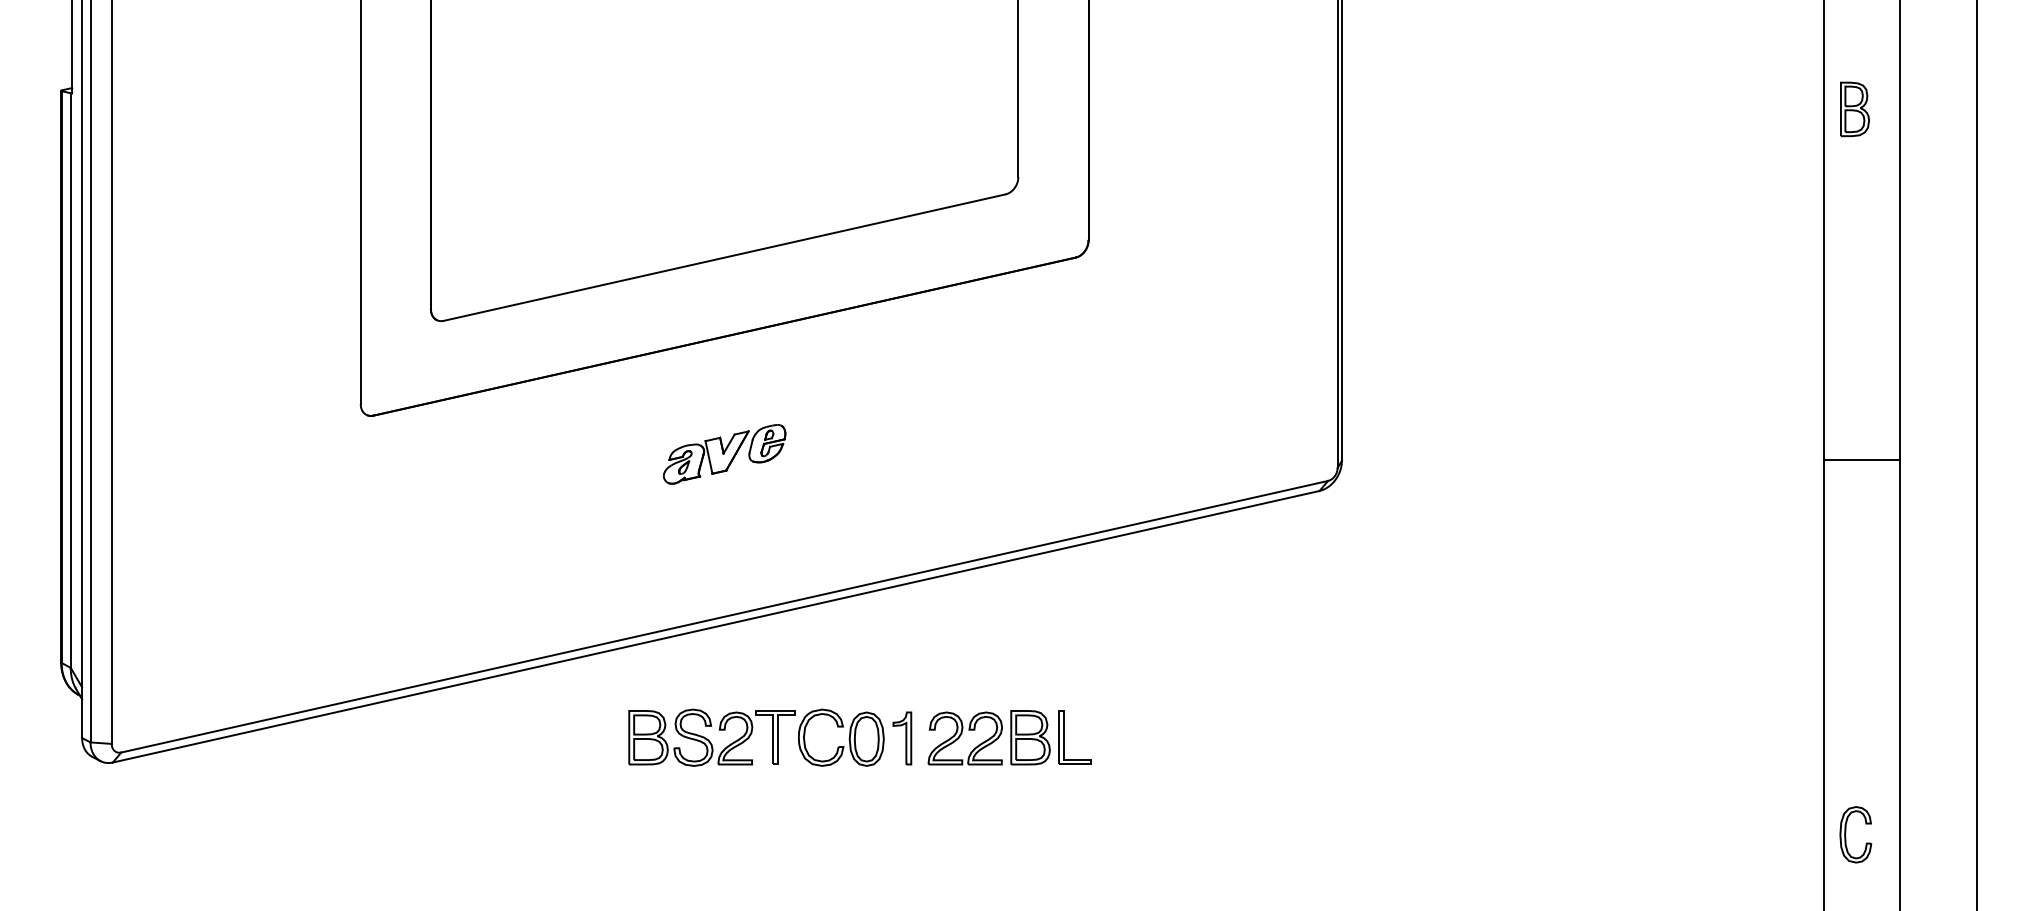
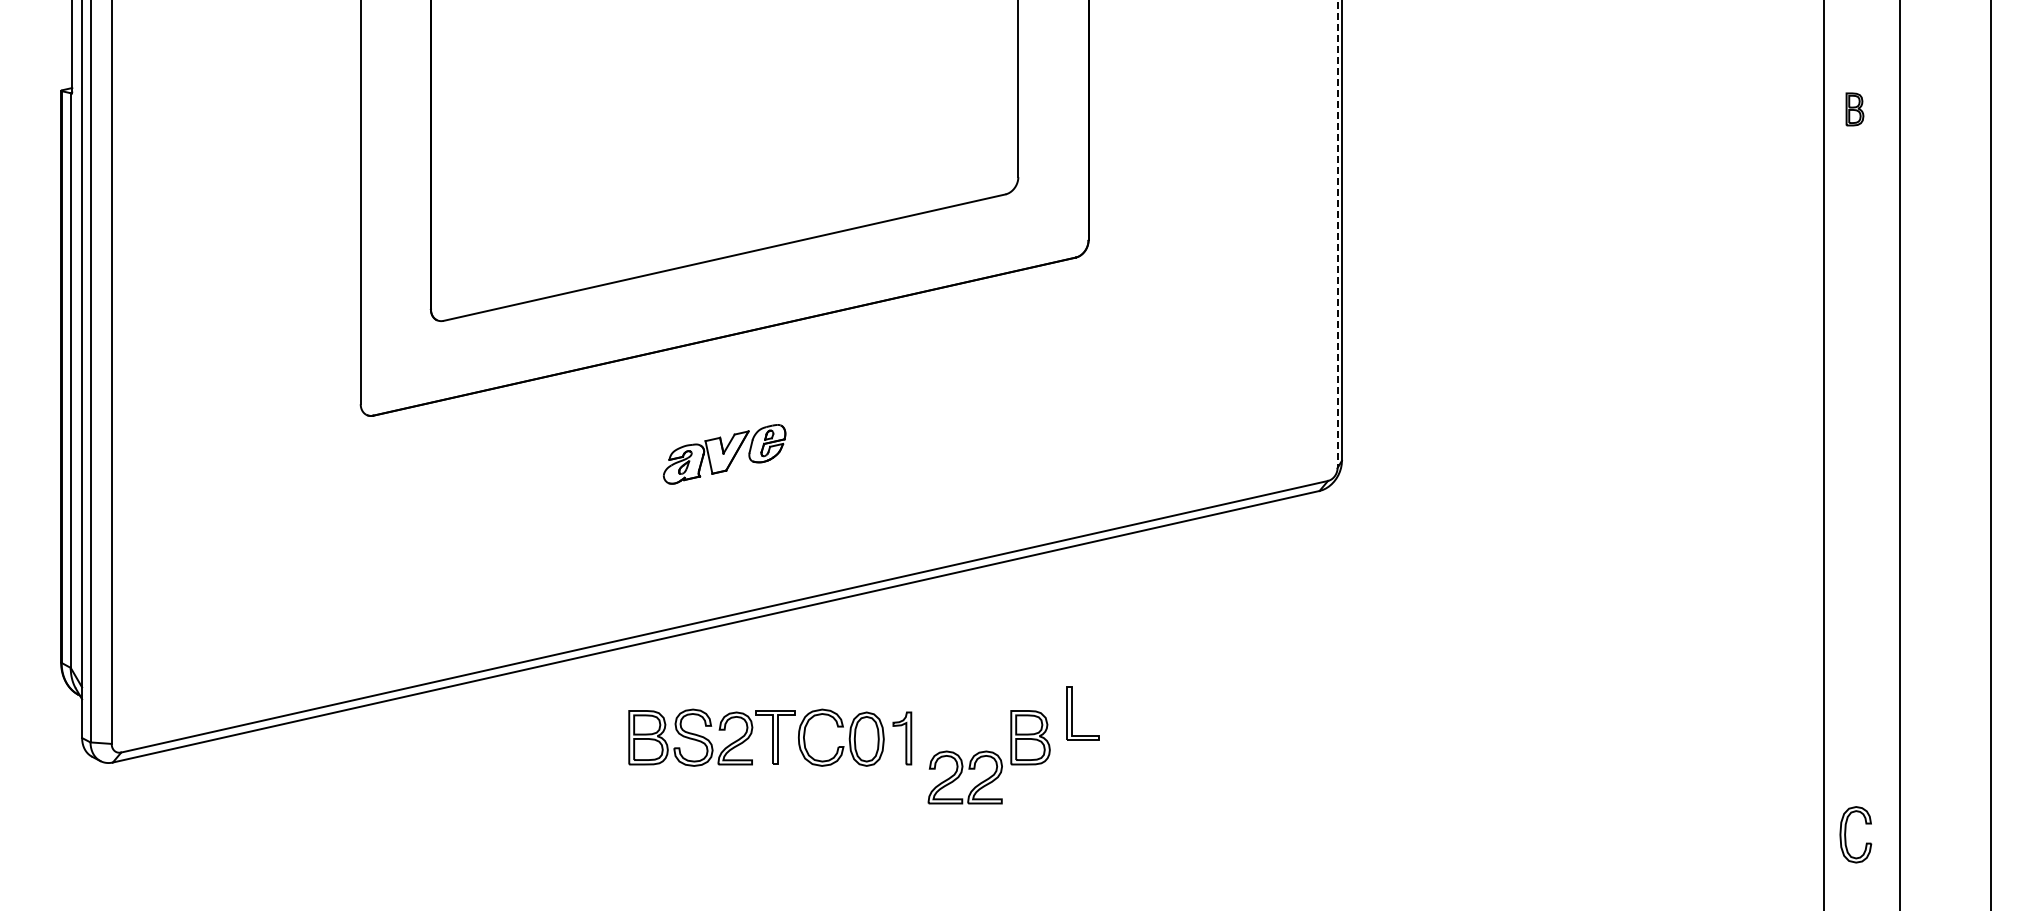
part at (1854, 109) size: 30x57 px -> 20x35 px
line at (1337, 234): solid -> dashed
line at (1976, 454) position: (1976, 454) -> (1990, 454)
line at (1862, 459): present -> none
part at (1064, 737) position: (1064, 737) -> (1072, 713)
part at (964, 738) position: (964, 738) -> (964, 777)
